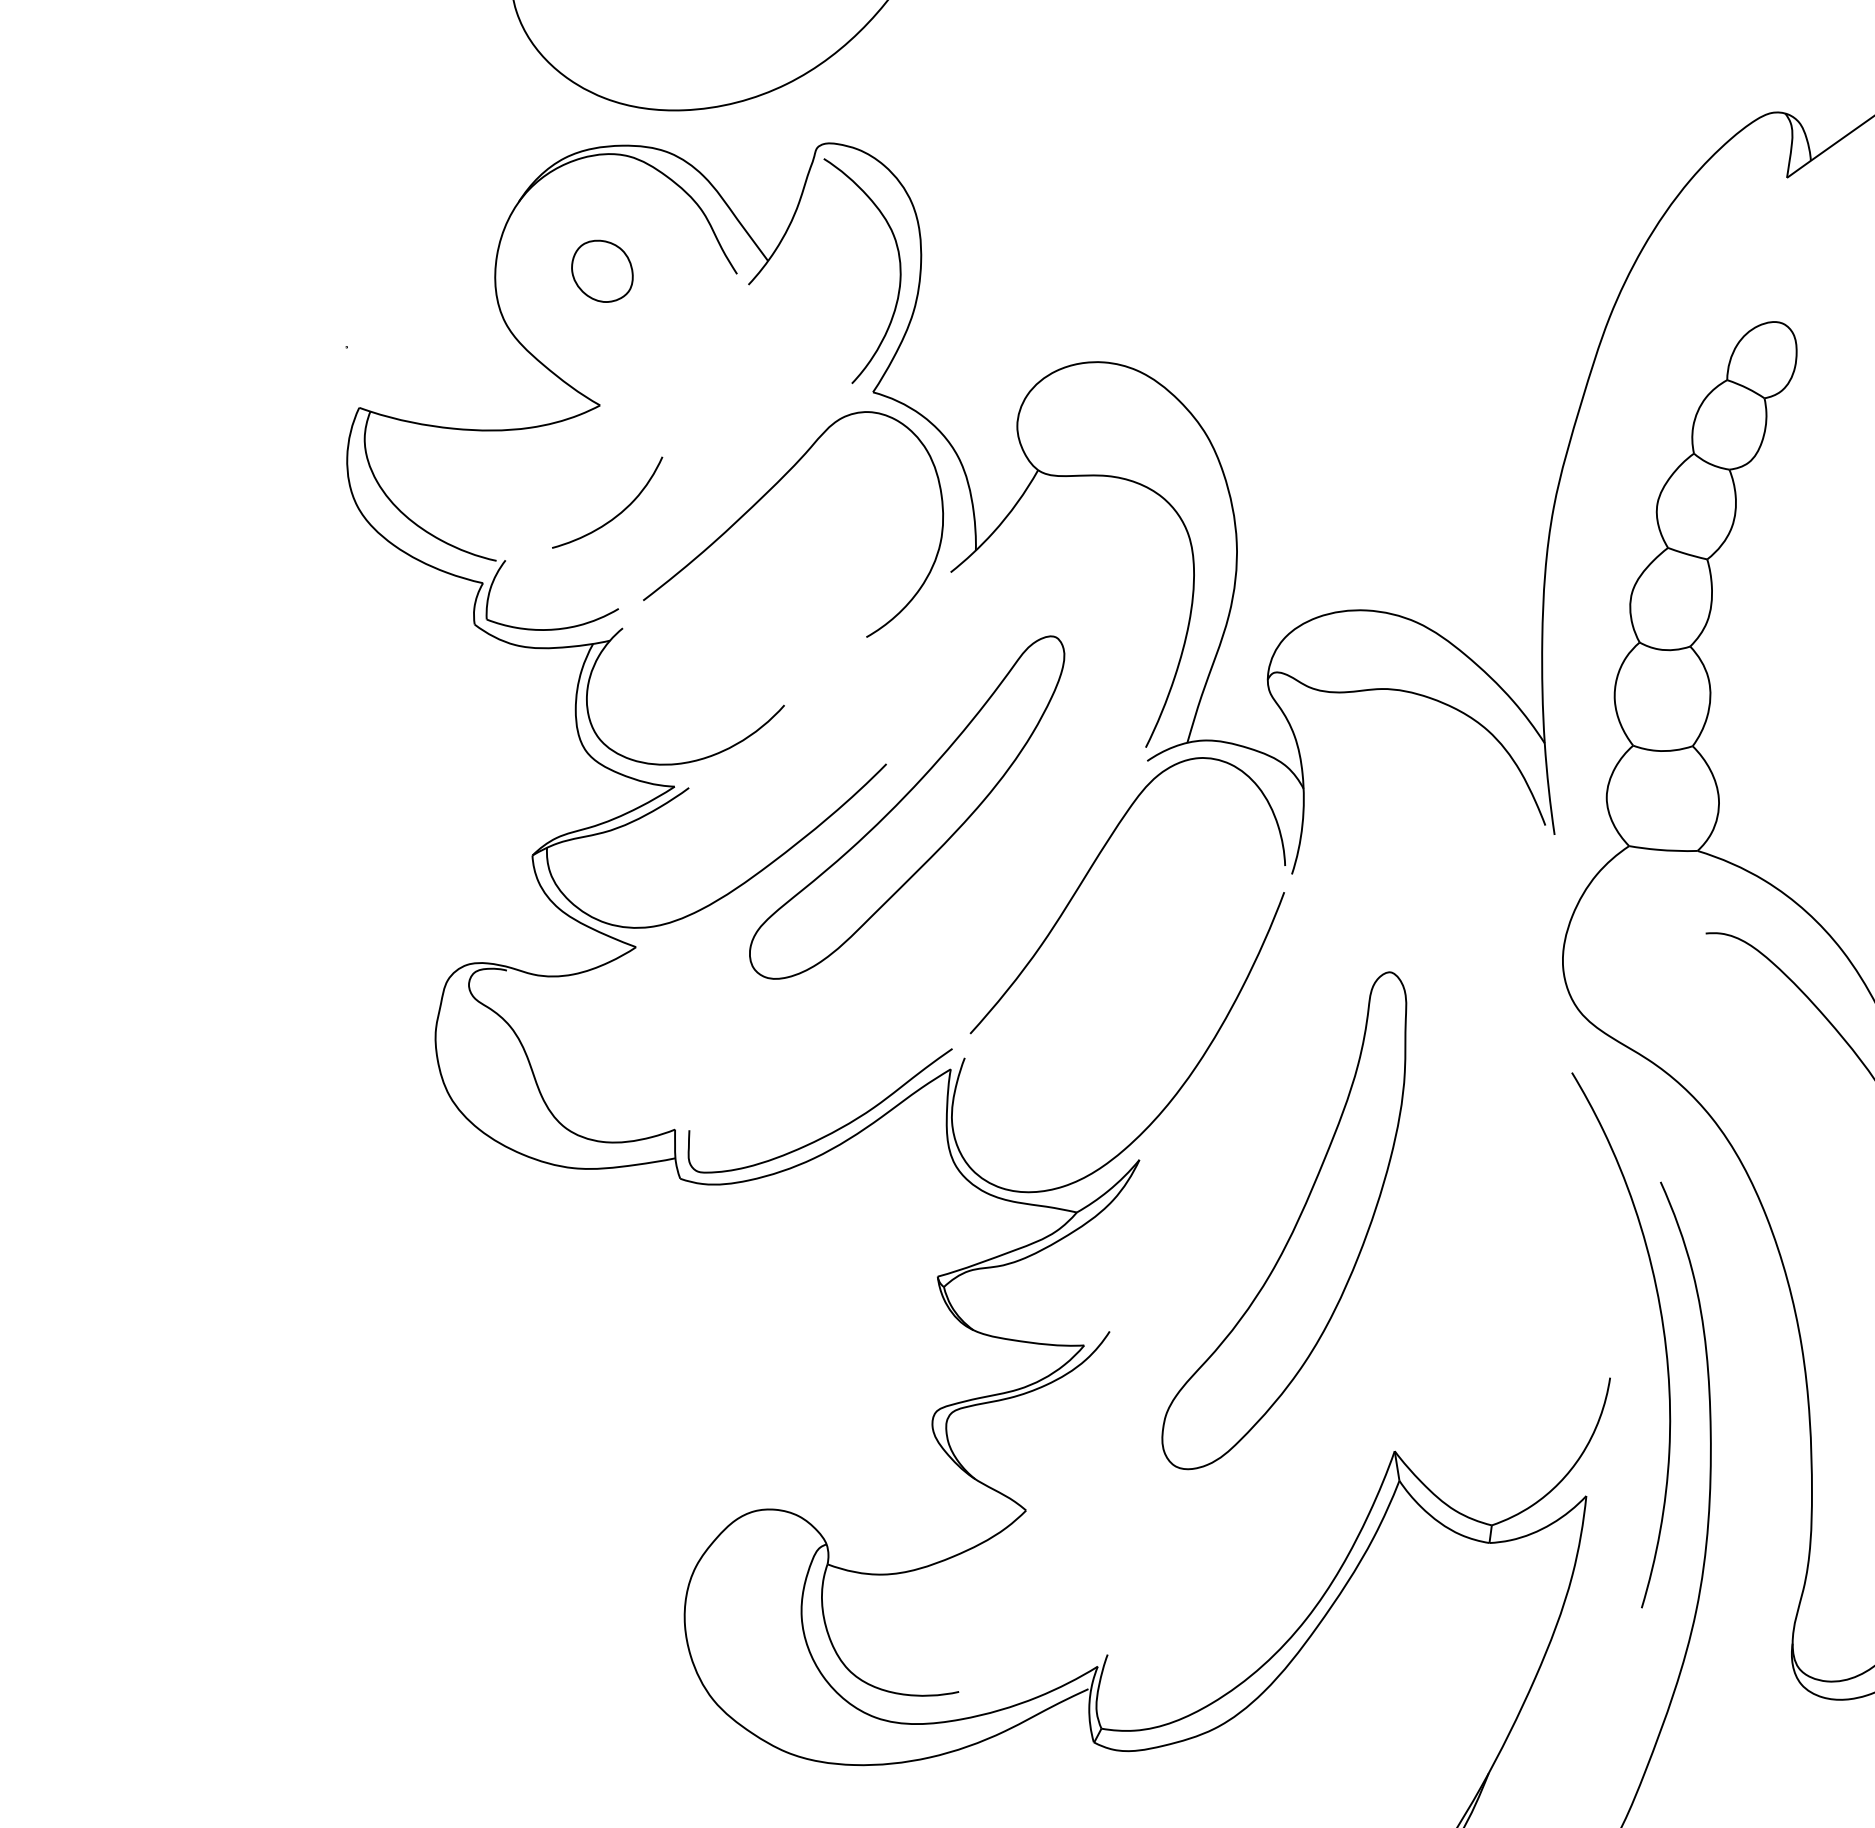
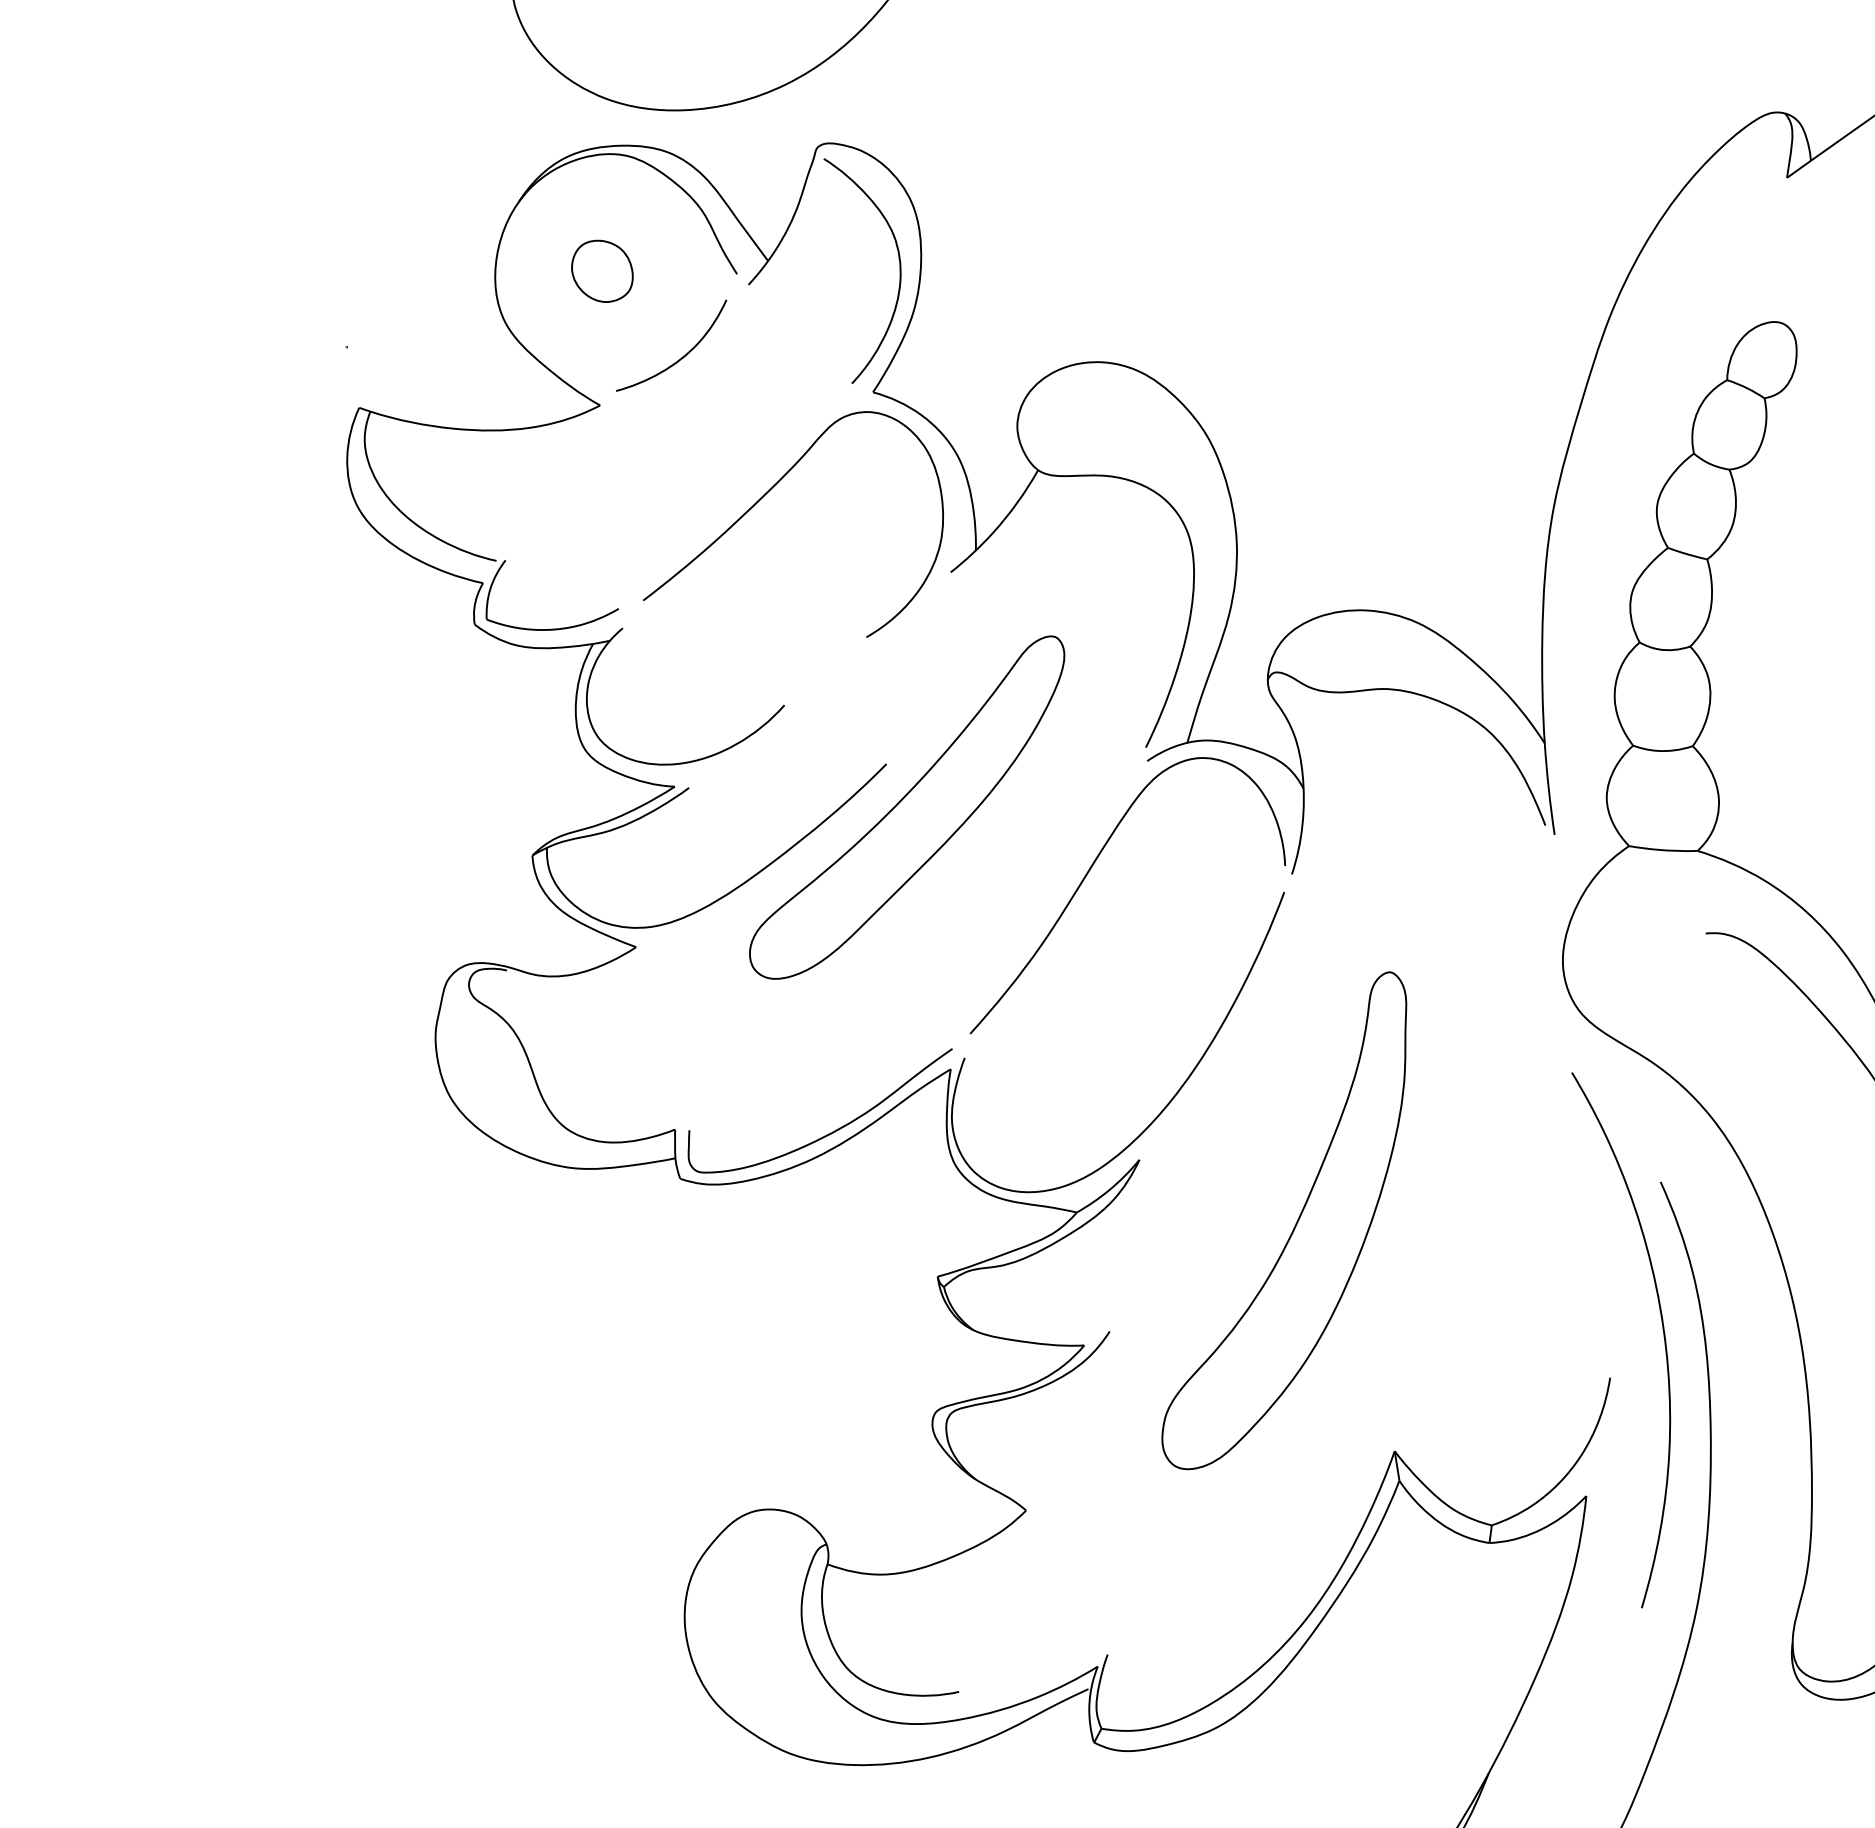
curve at (618, 513) position: (618, 513) -> (682, 356)
